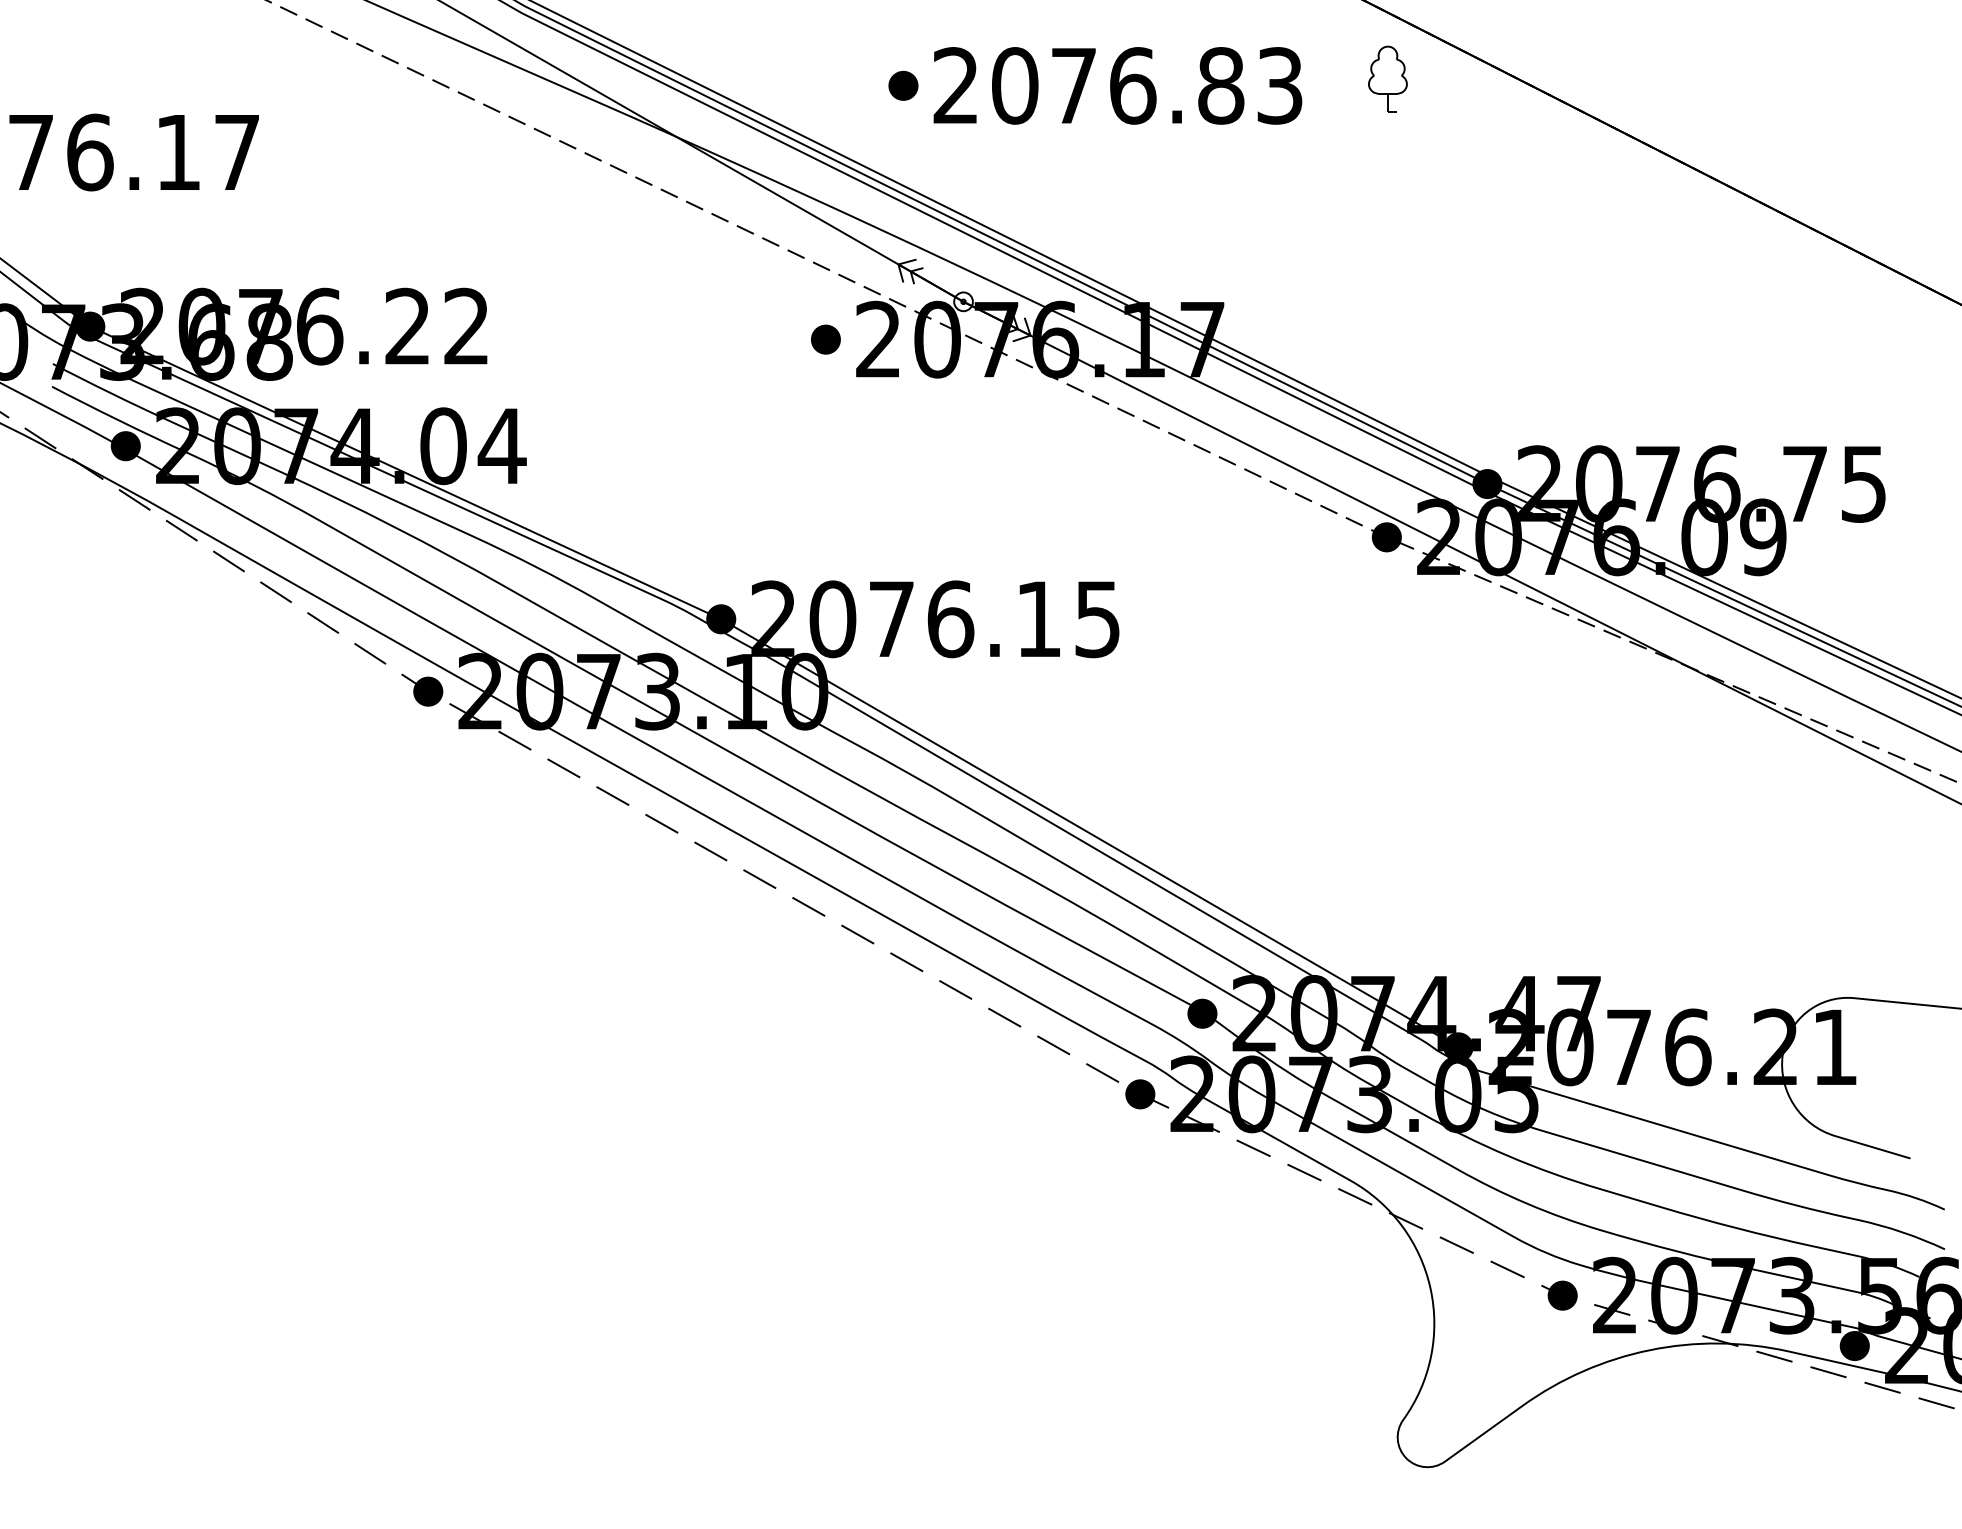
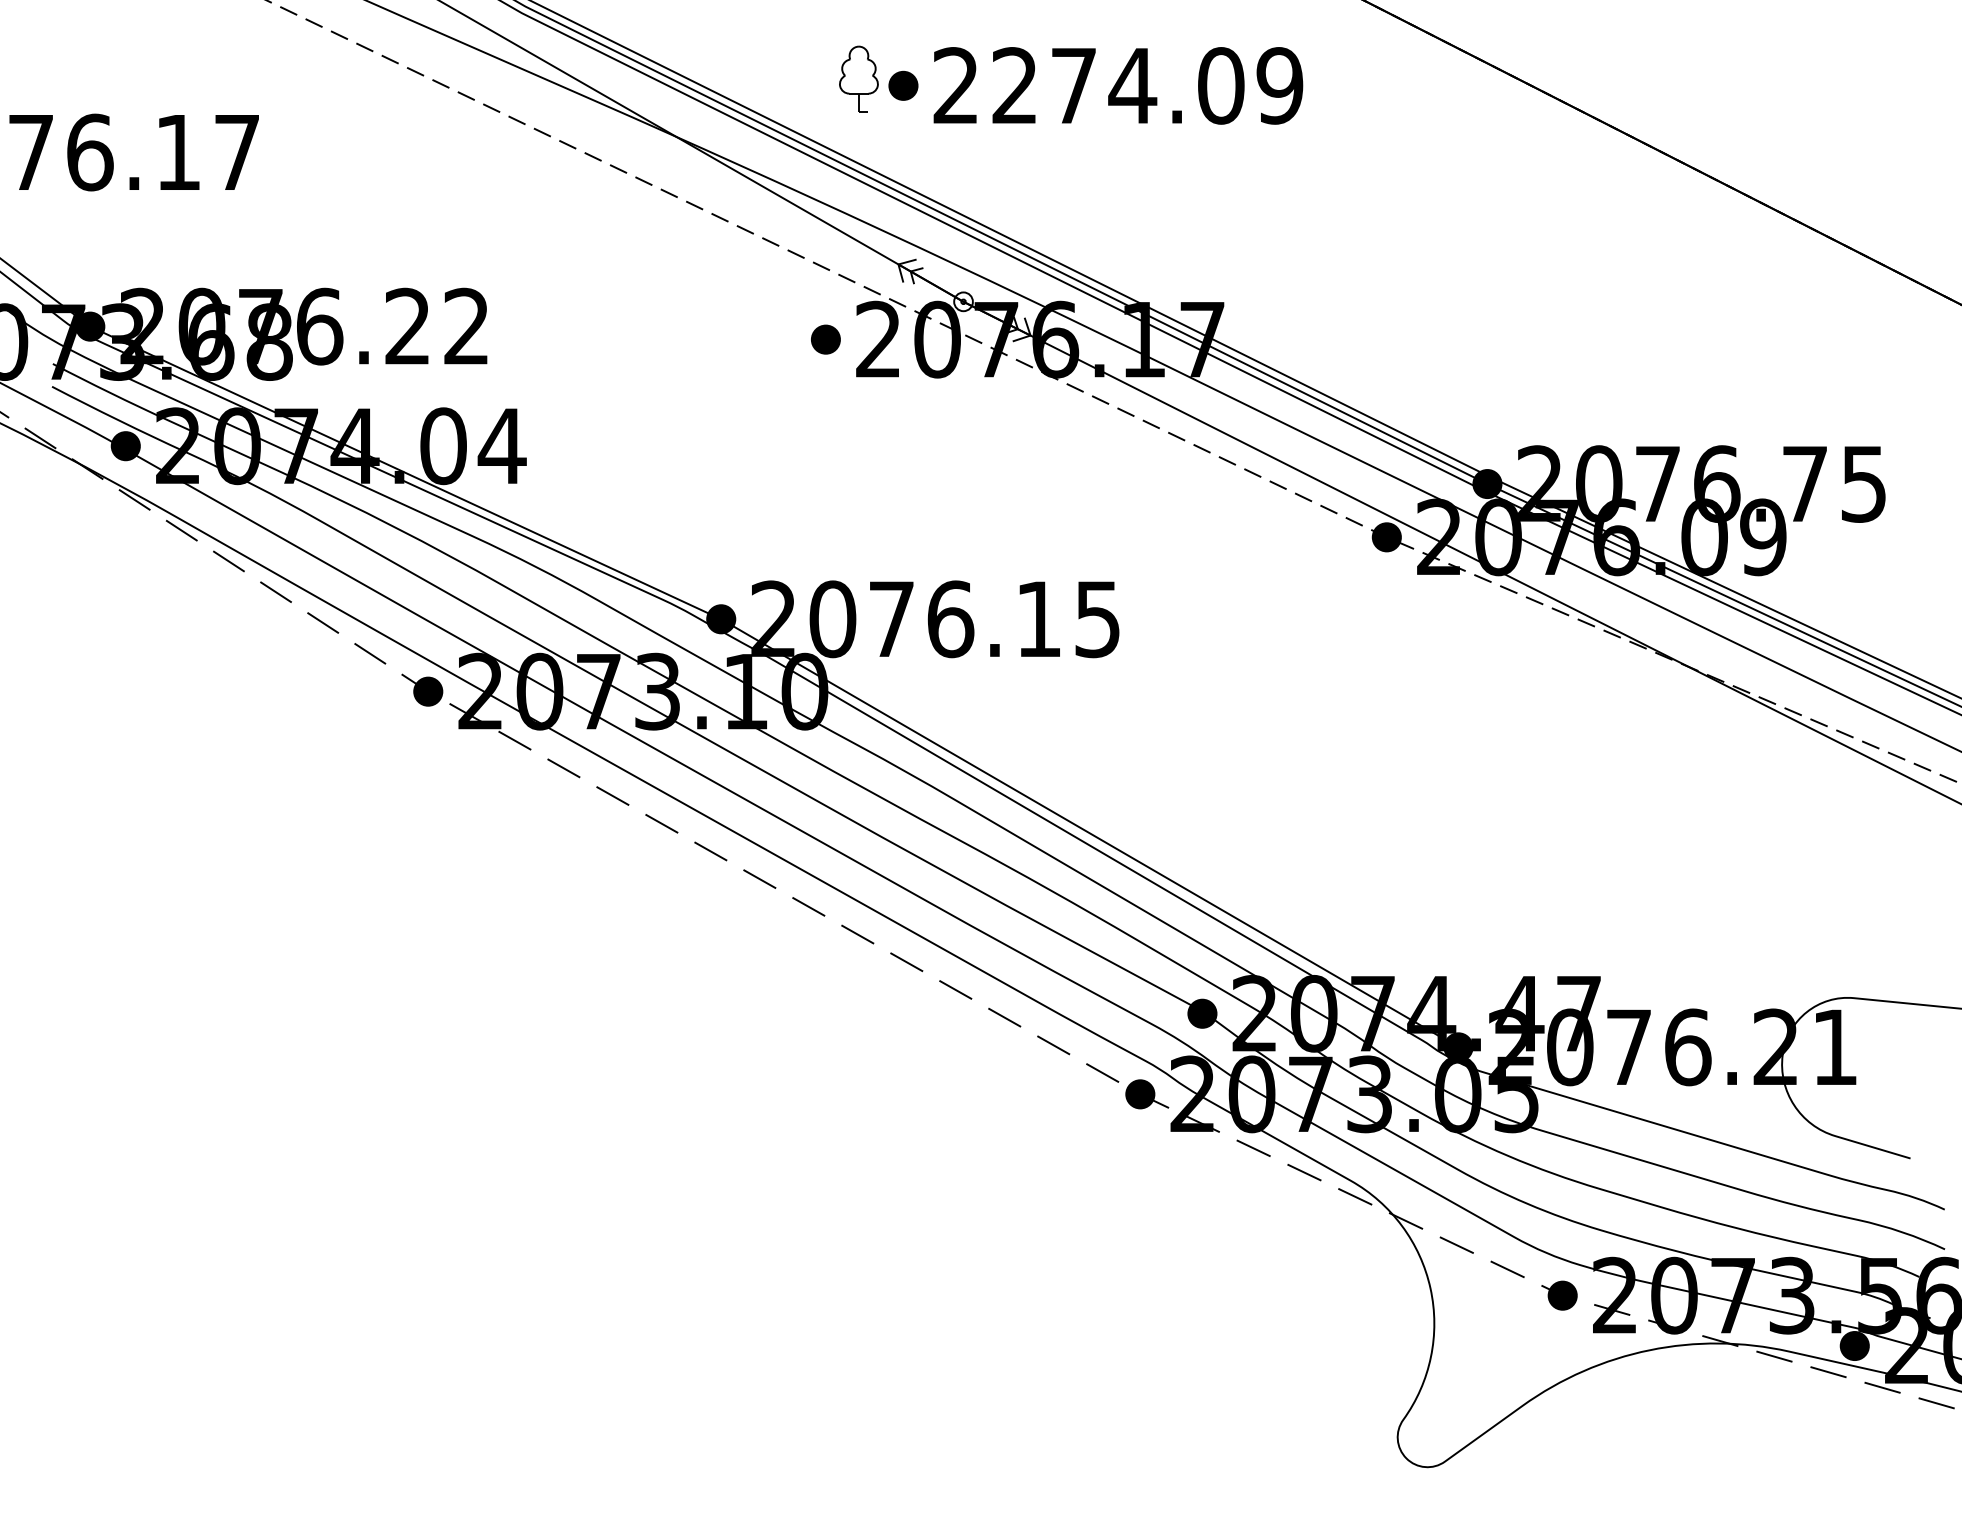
part at (1387, 78) position: (1387, 78) -> (858, 78)
text at (1147, 85): 2076.83 -> 2274.09
